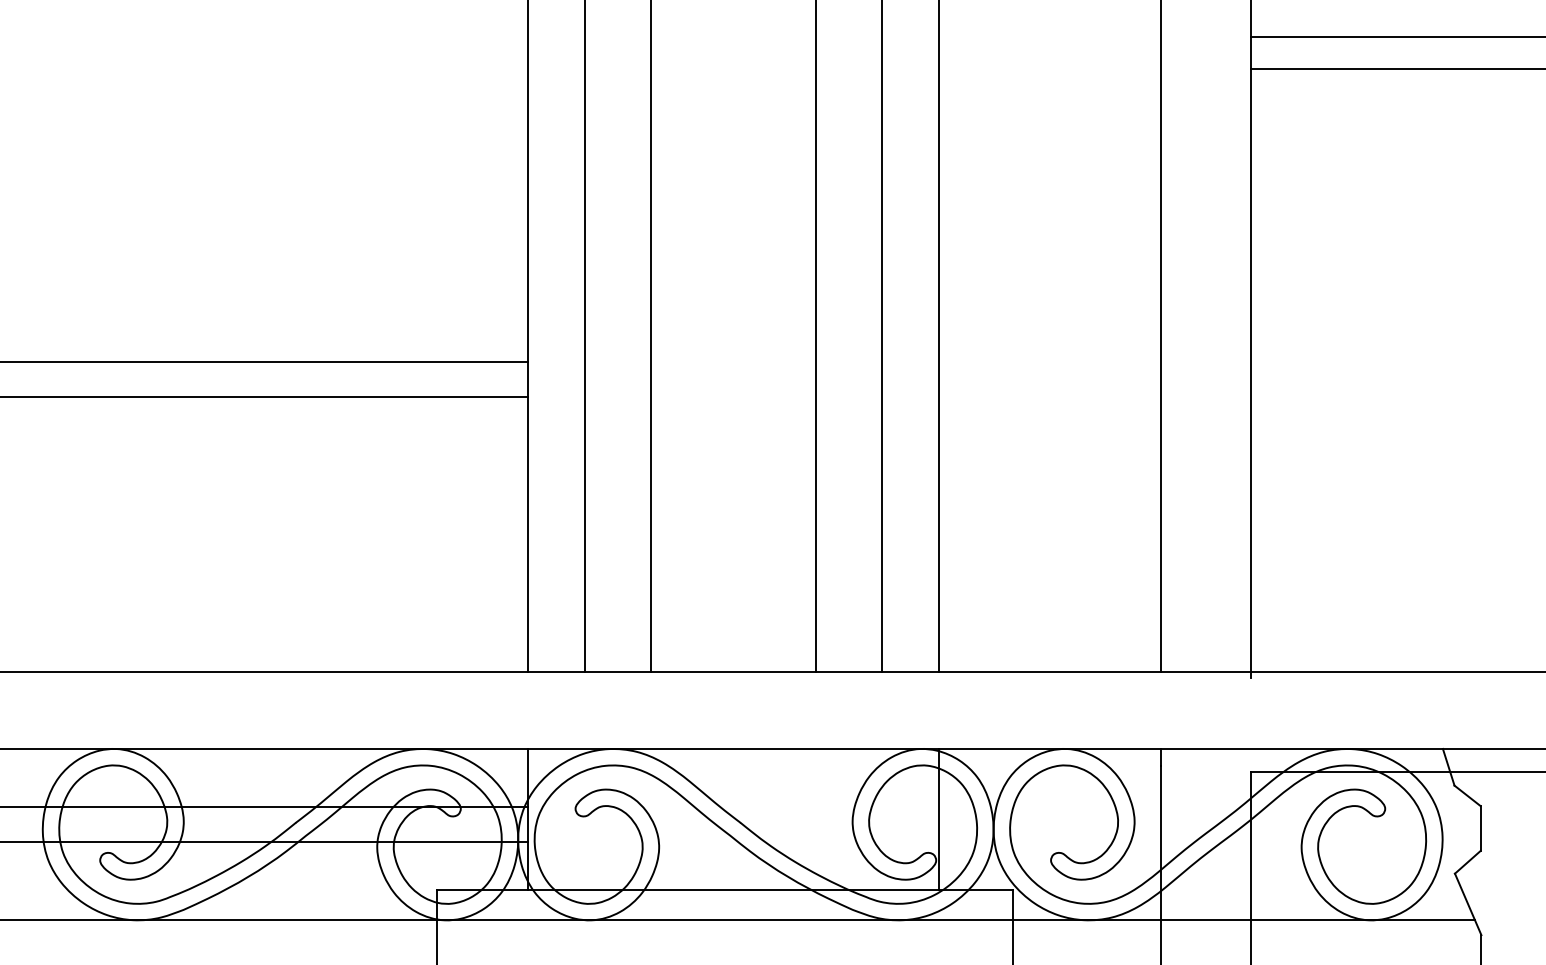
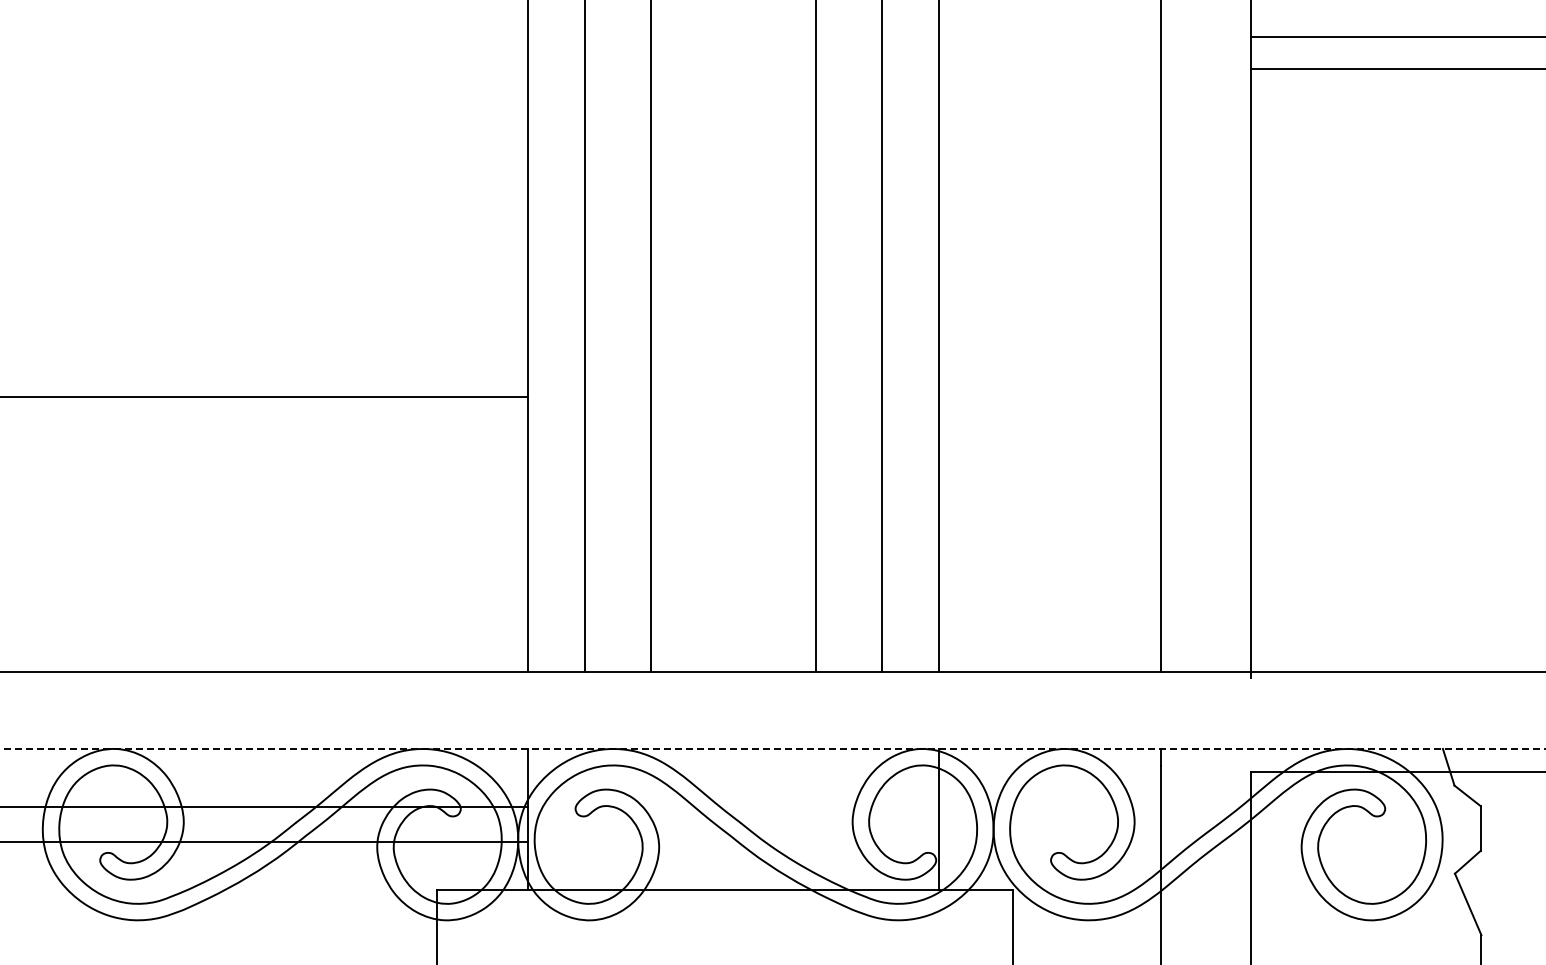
line at (264, 362): present -> none
line at (773, 748): solid -> dashed
line at (738, 920): present -> none
